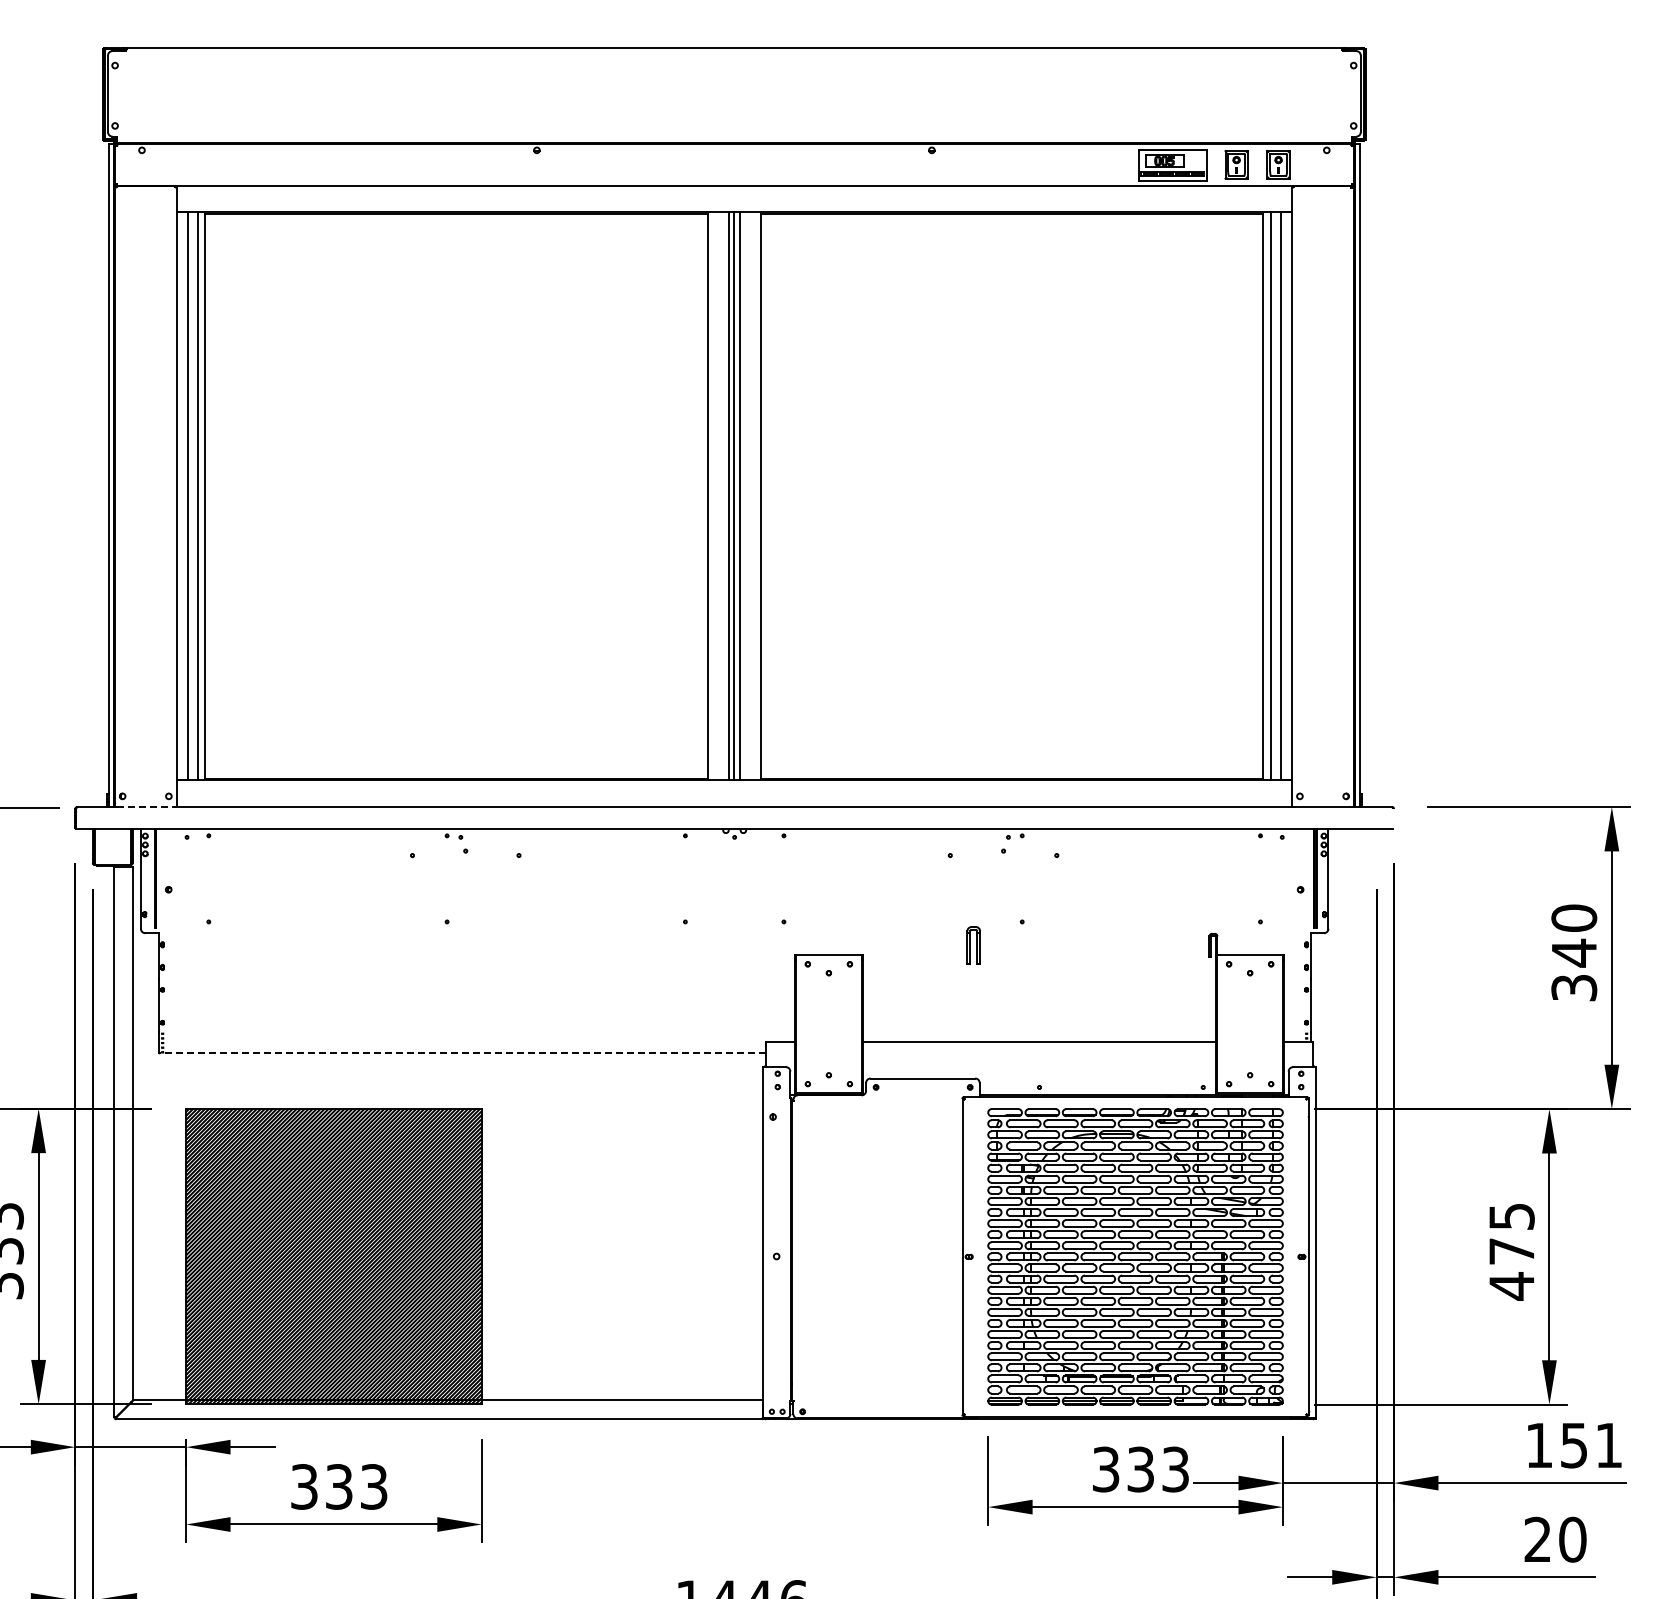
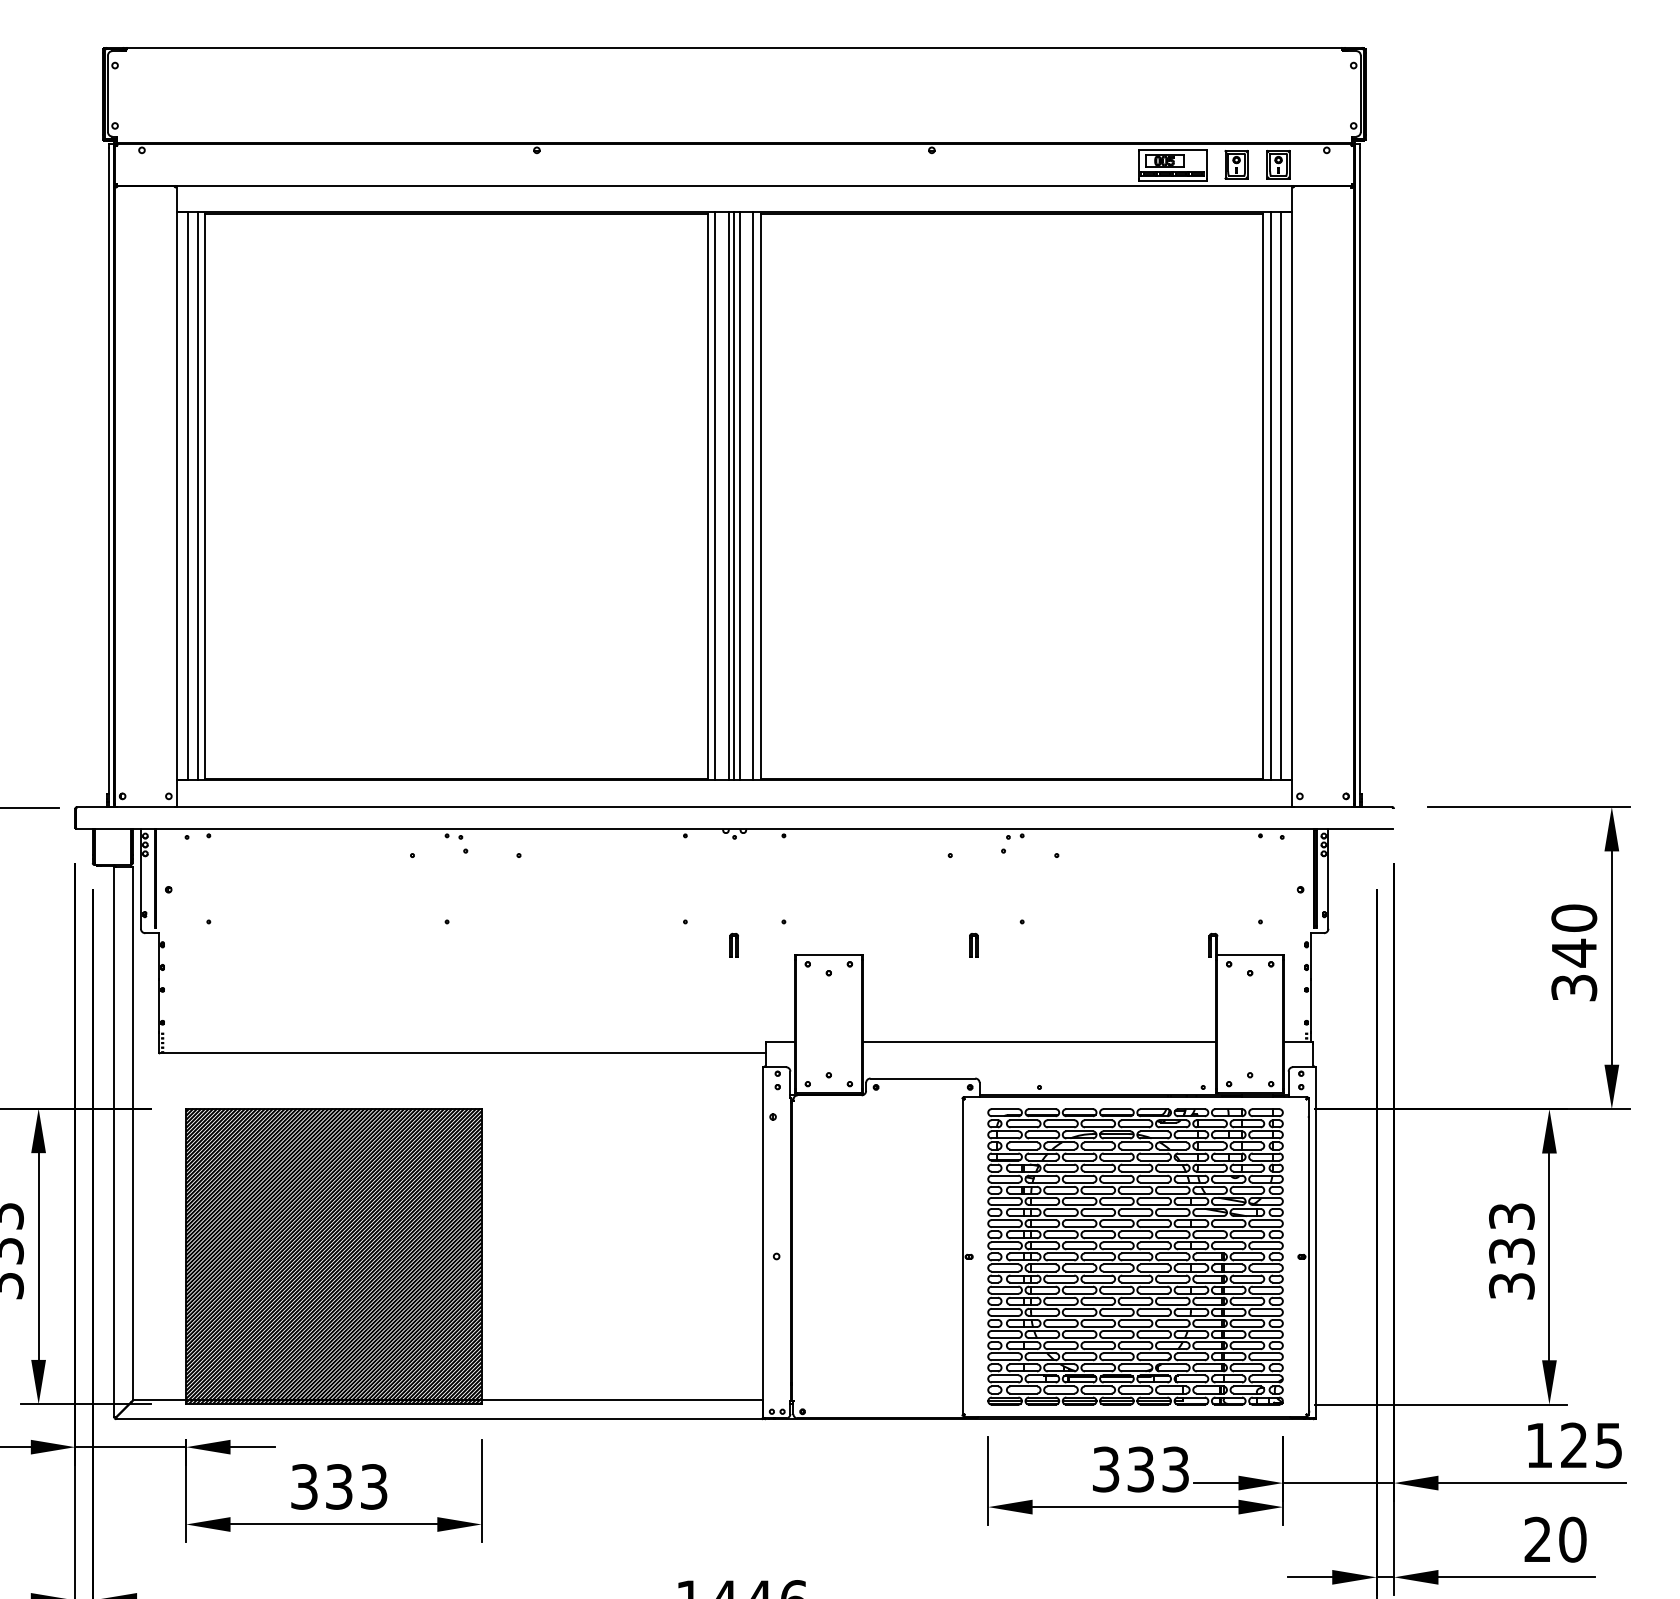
line at (715, 496): none -> present
line at (753, 496): none -> present
line at (146, 807): dashed -> solid
part at (733, 944): none -> present
part at (973, 945) size: 15x39 px -> 10x26 px
line at (462, 1053): dashed -> solid
text at (1511, 1251): 475 -> 333
text at (1591, 1445): 151 -> 125
